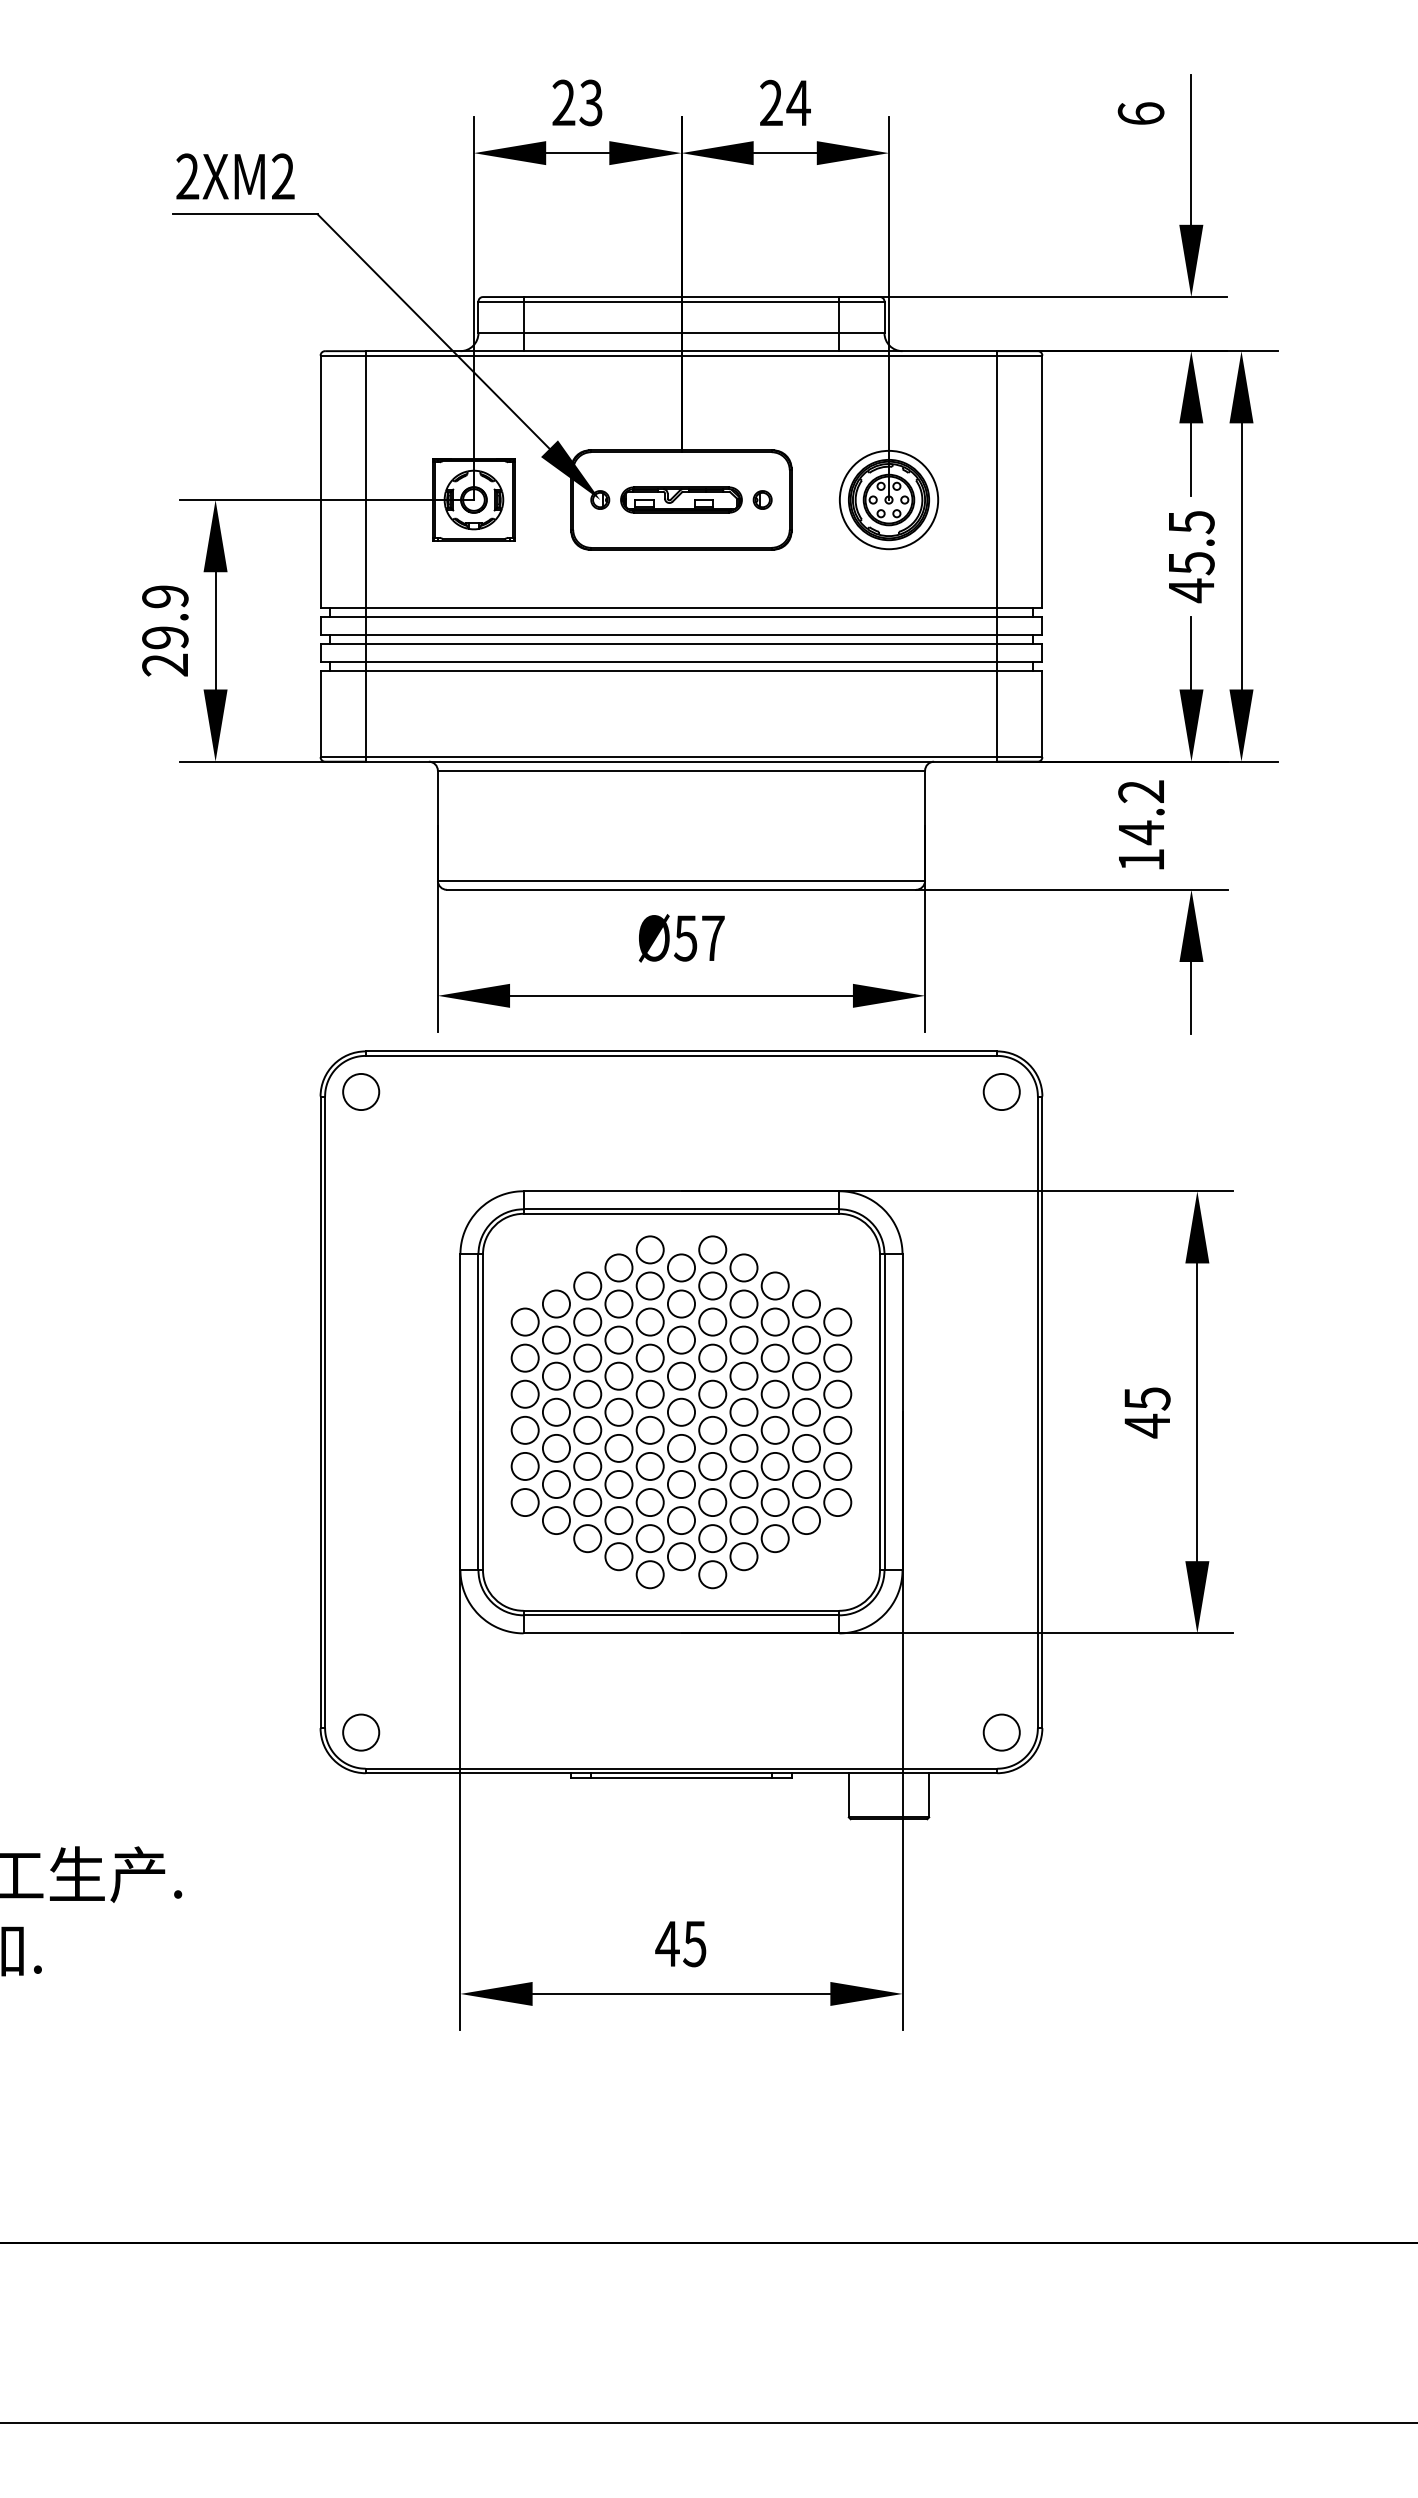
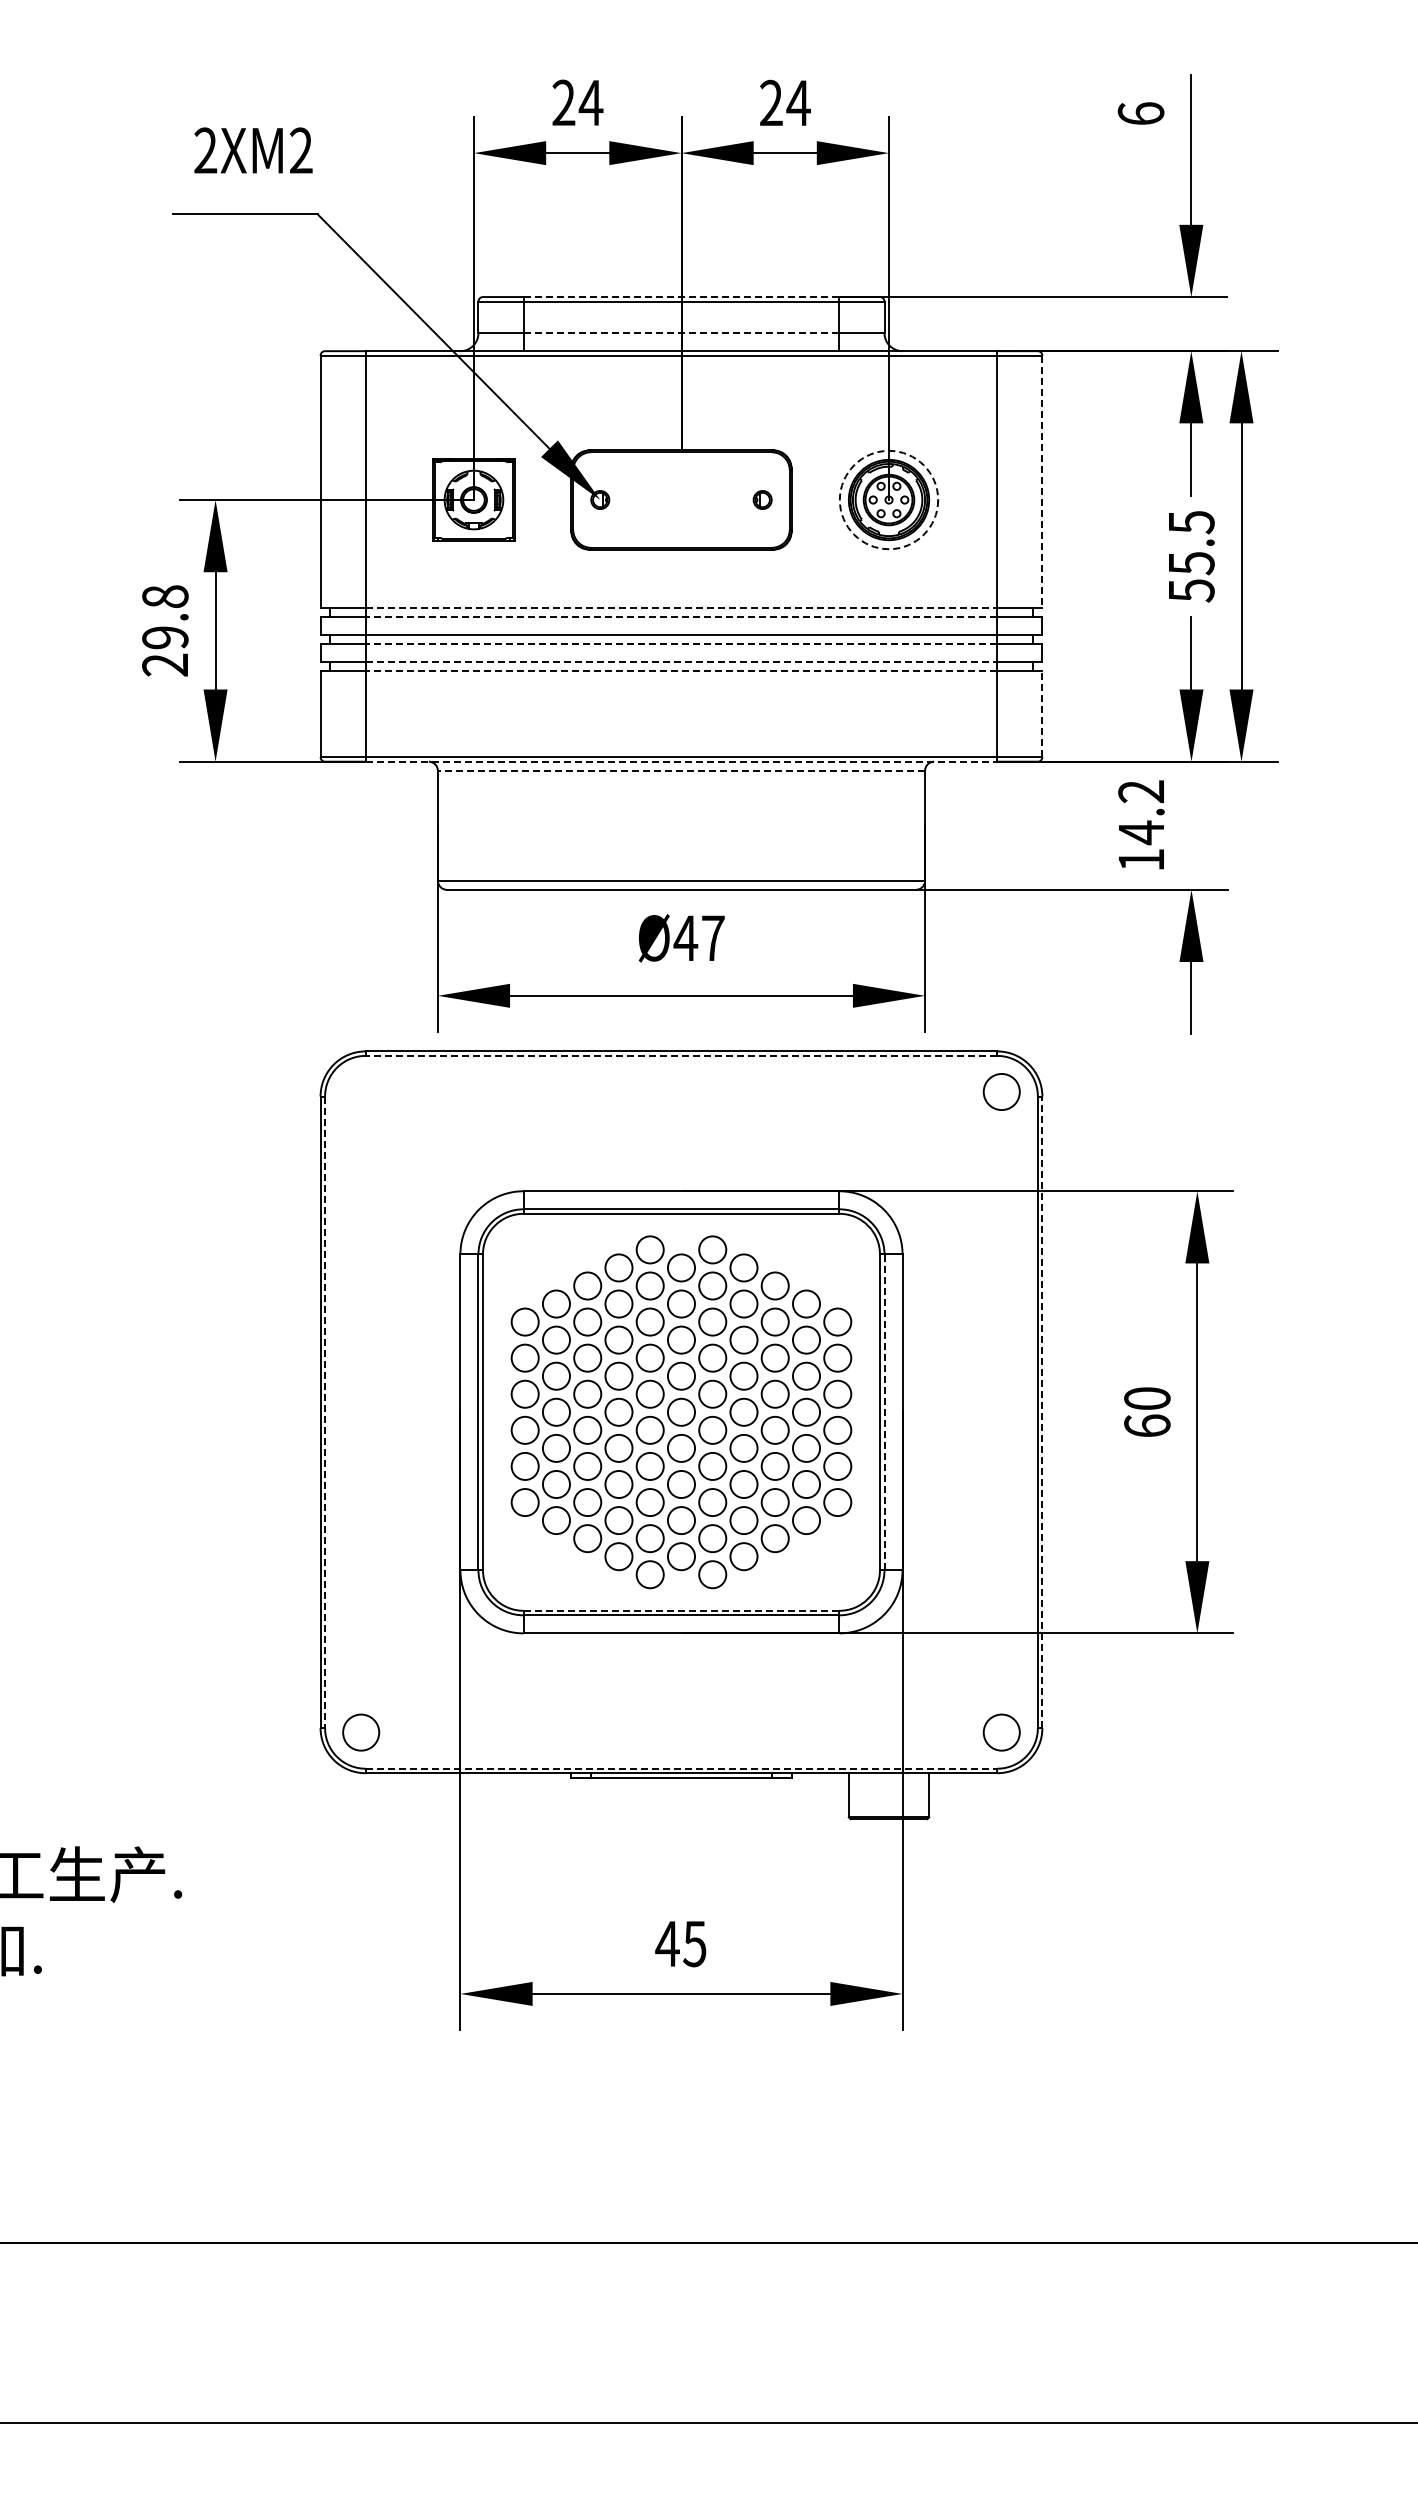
text at (590, 102): 23 -> 24
text at (235, 176) position: (235, 176) -> (253, 150)
line at (681, 297): solid -> dashed
line at (681, 333): solid -> dashed
line at (1042, 482): solid -> dashed
part at (681, 499): present -> none
circle at (888, 499): solid -> dashed
text at (1191, 590): 45.5 -> 55.5
text at (165, 596): 29.9 -> 29.8
line at (681, 608): solid -> dashed
line at (681, 617): solid -> dashed
line at (681, 644): solid -> dashed
line at (681, 662): solid -> dashed
line at (681, 671): solid -> dashed
line at (1042, 714): solid -> dashed
line at (681, 761): solid -> dashed
line at (681, 770): solid -> dashed
text at (685, 938): Ø57 -> Ø47
line at (681, 1055): solid -> dashed
circle at (361, 1091): present -> none
line at (325, 1412): solid -> dashed
line at (884, 1412): solid -> dashed
line at (1042, 1412): solid -> dashed
text at (1147, 1412): 45 -> 60
line at (681, 1610): solid -> dashed
line at (681, 1768): solid -> dashed
